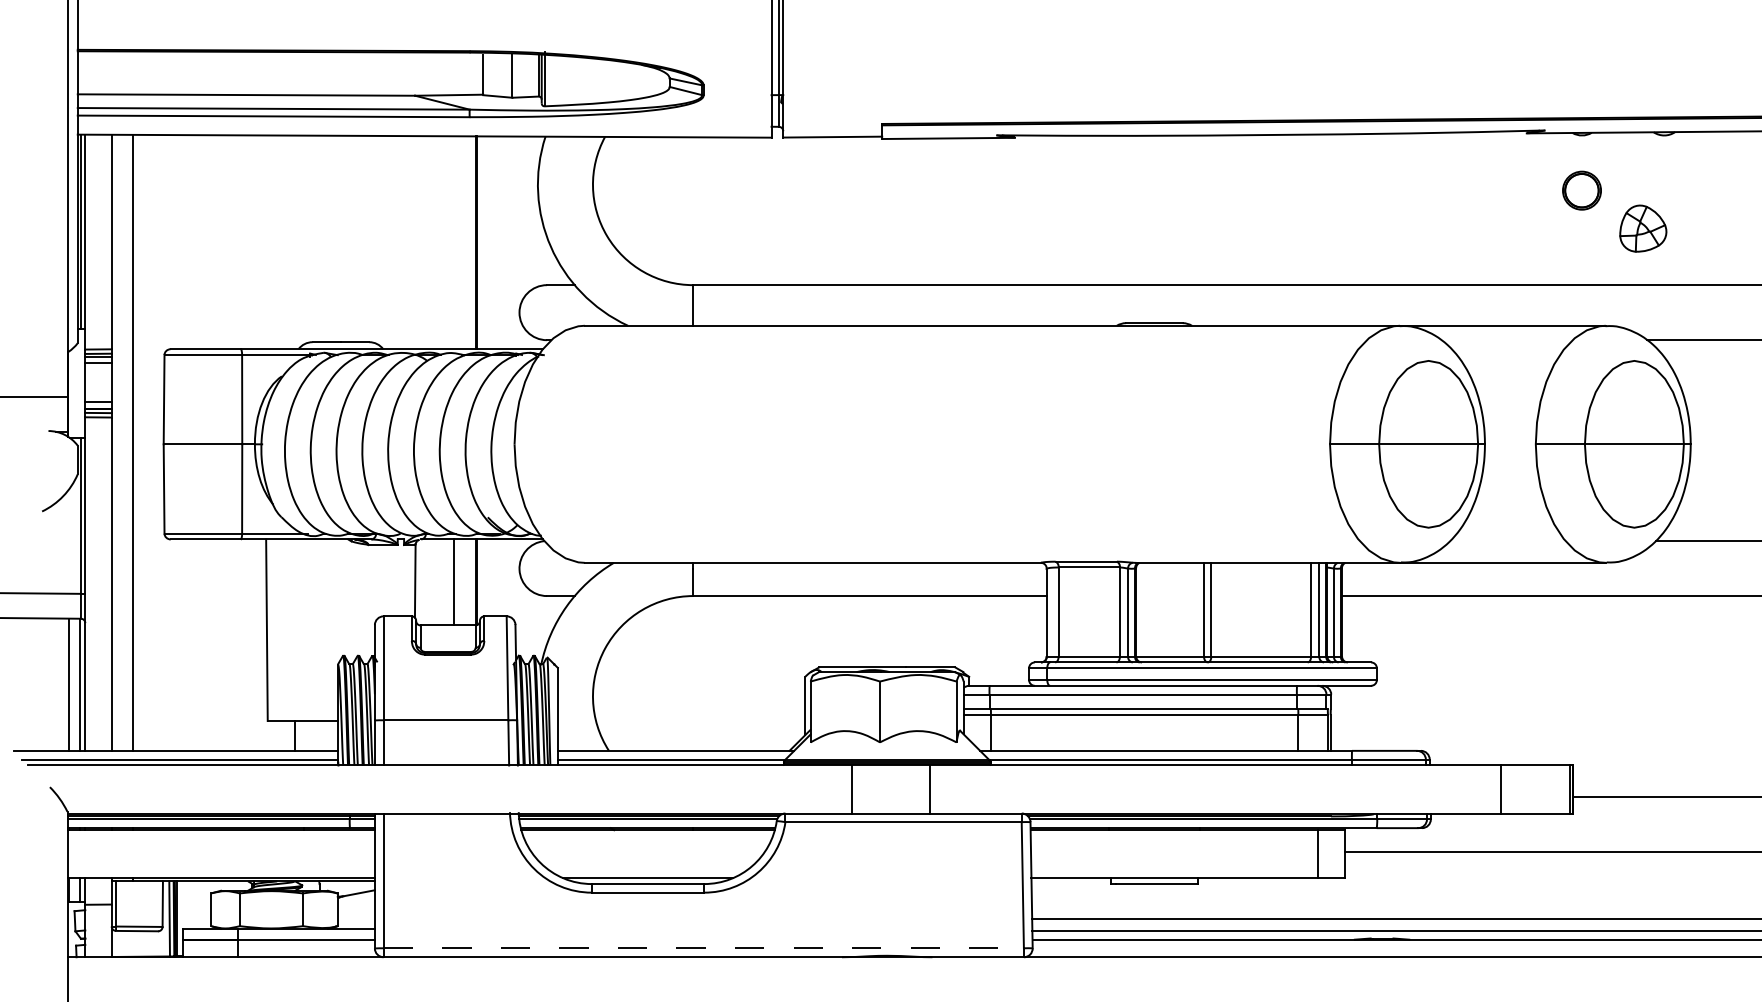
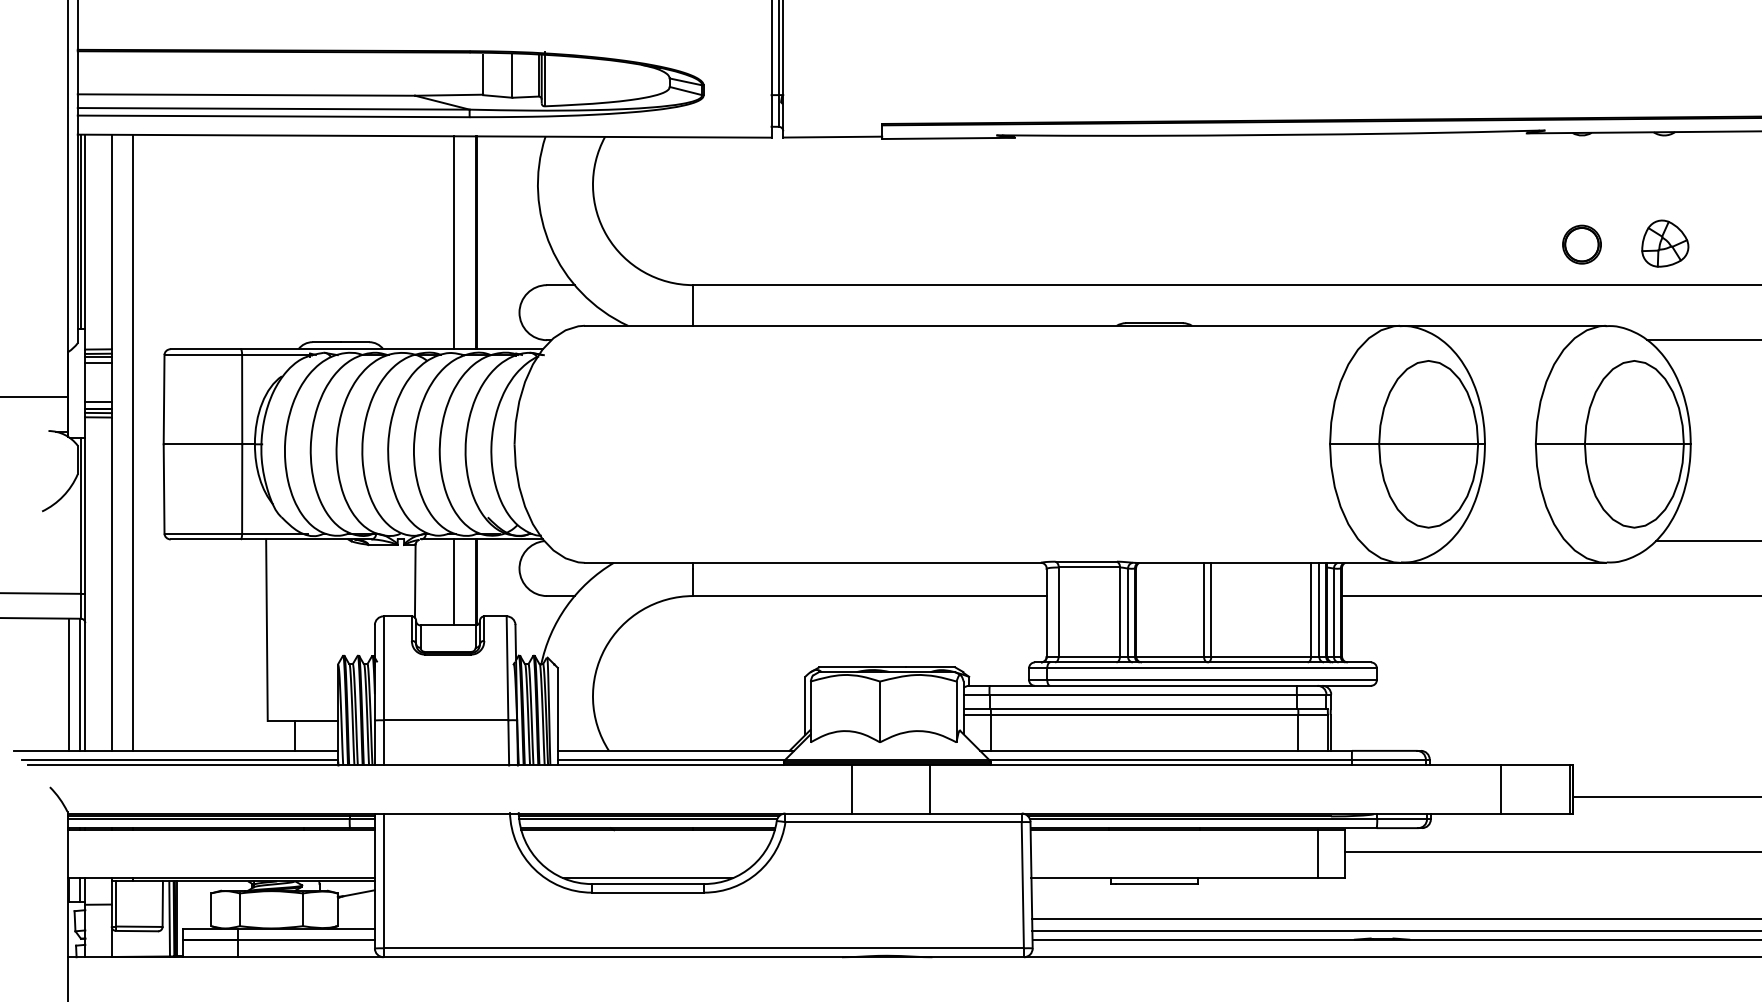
part at (1581, 190) position: (1581, 190) -> (1581, 244)
part at (1643, 228) position: (1643, 228) -> (1665, 243)
line at (454, 242): none -> present
line at (704, 948): dashed -> solid
